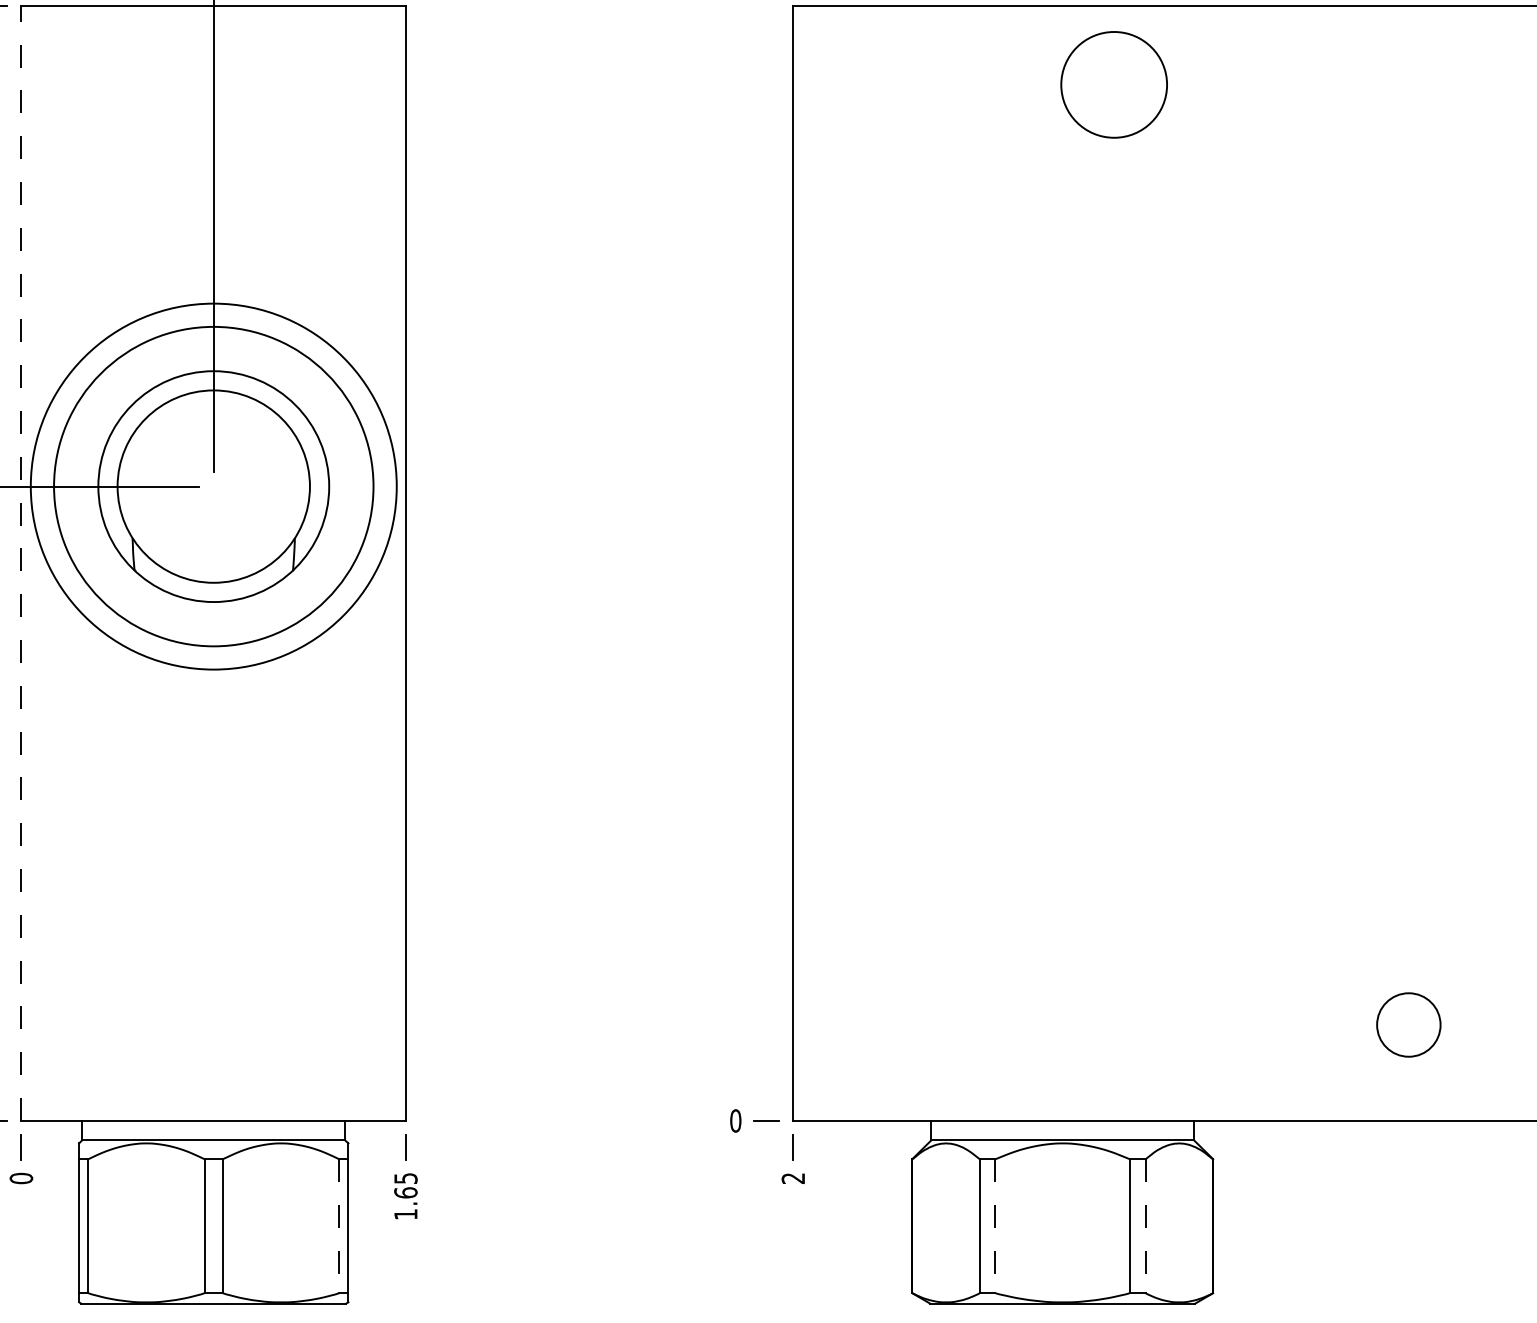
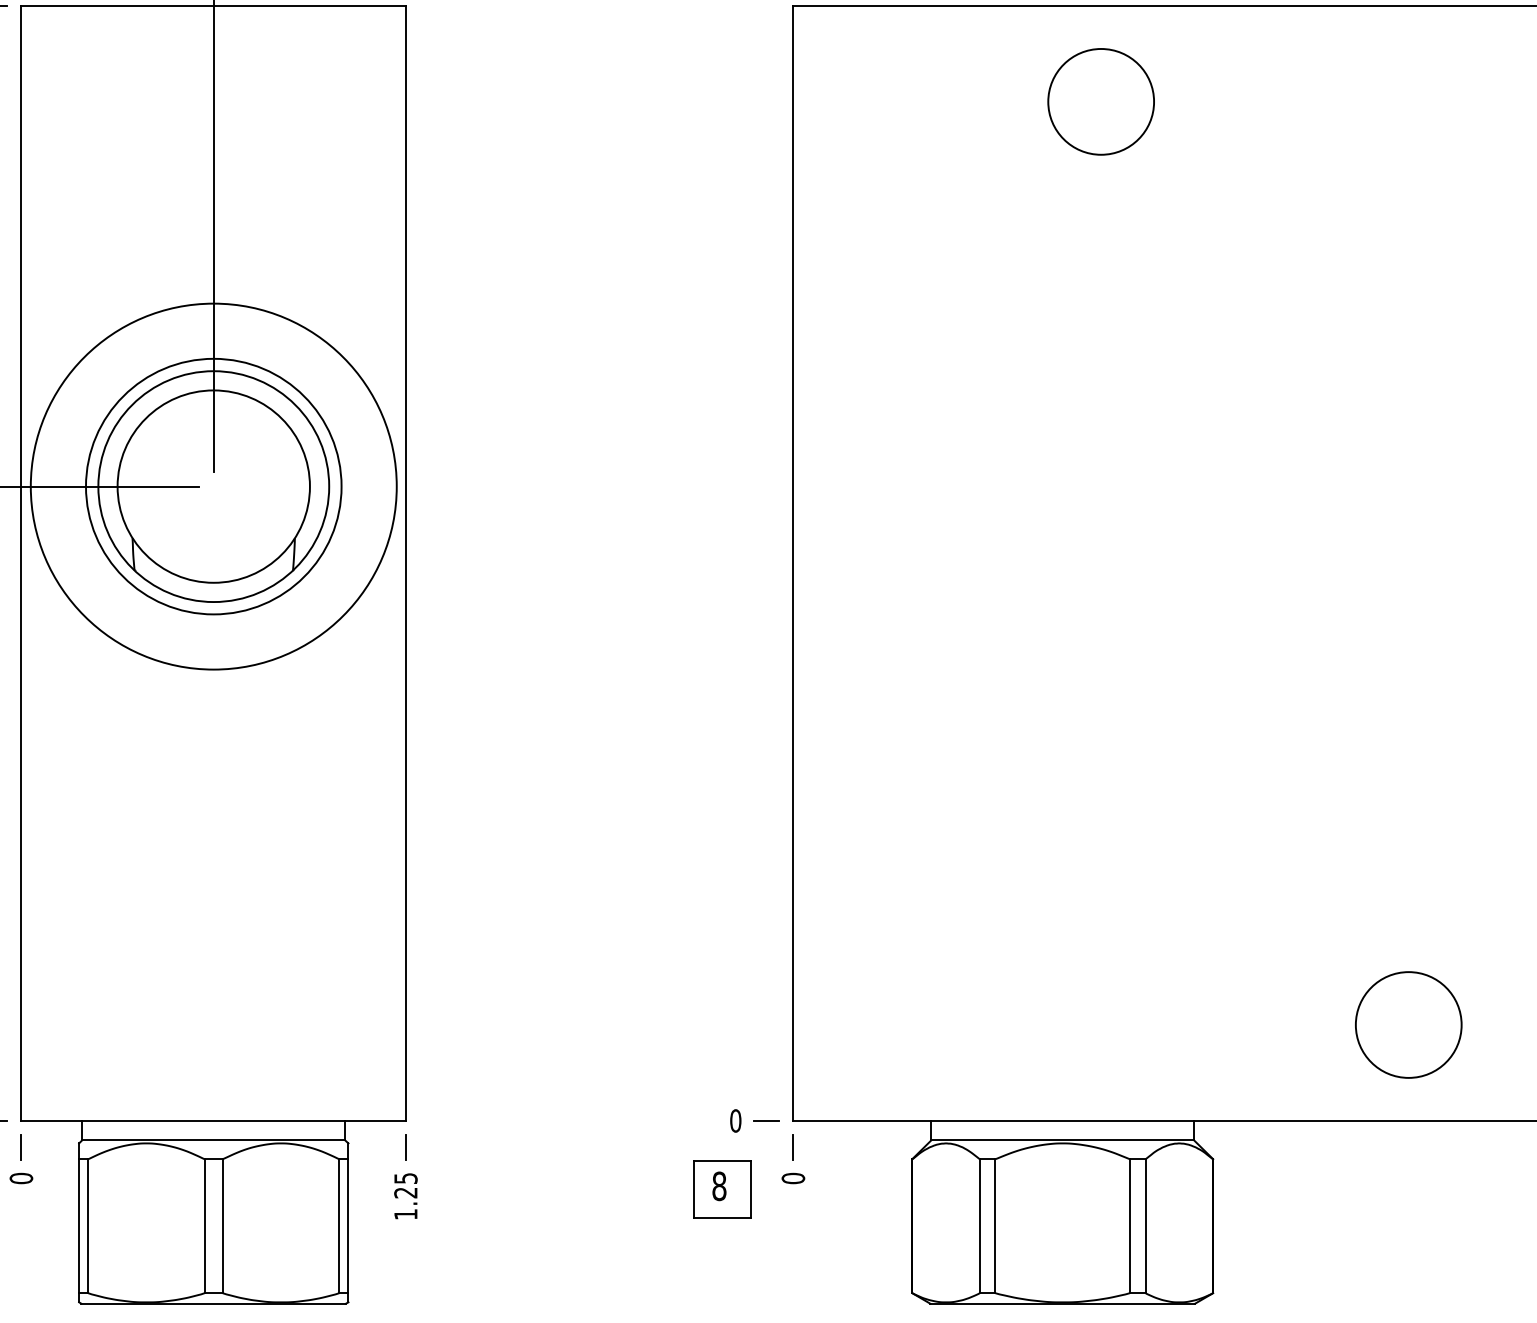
circle at (1113, 84) position: (1113, 84) -> (1100, 101)
circle at (213, 486) diameter: 319 px -> 256 px
line at (21, 563): dashed -> solid
circle at (1408, 1024) size: 66x66 px -> 108x108 px
text at (793, 1178): 2 -> 0
part at (722, 1189): none -> present
text at (405, 1192): 1.65 -> 1.25
line at (339, 1226): dashed -> solid
line at (995, 1226): dashed -> solid
line at (1145, 1226): dashed -> solid
